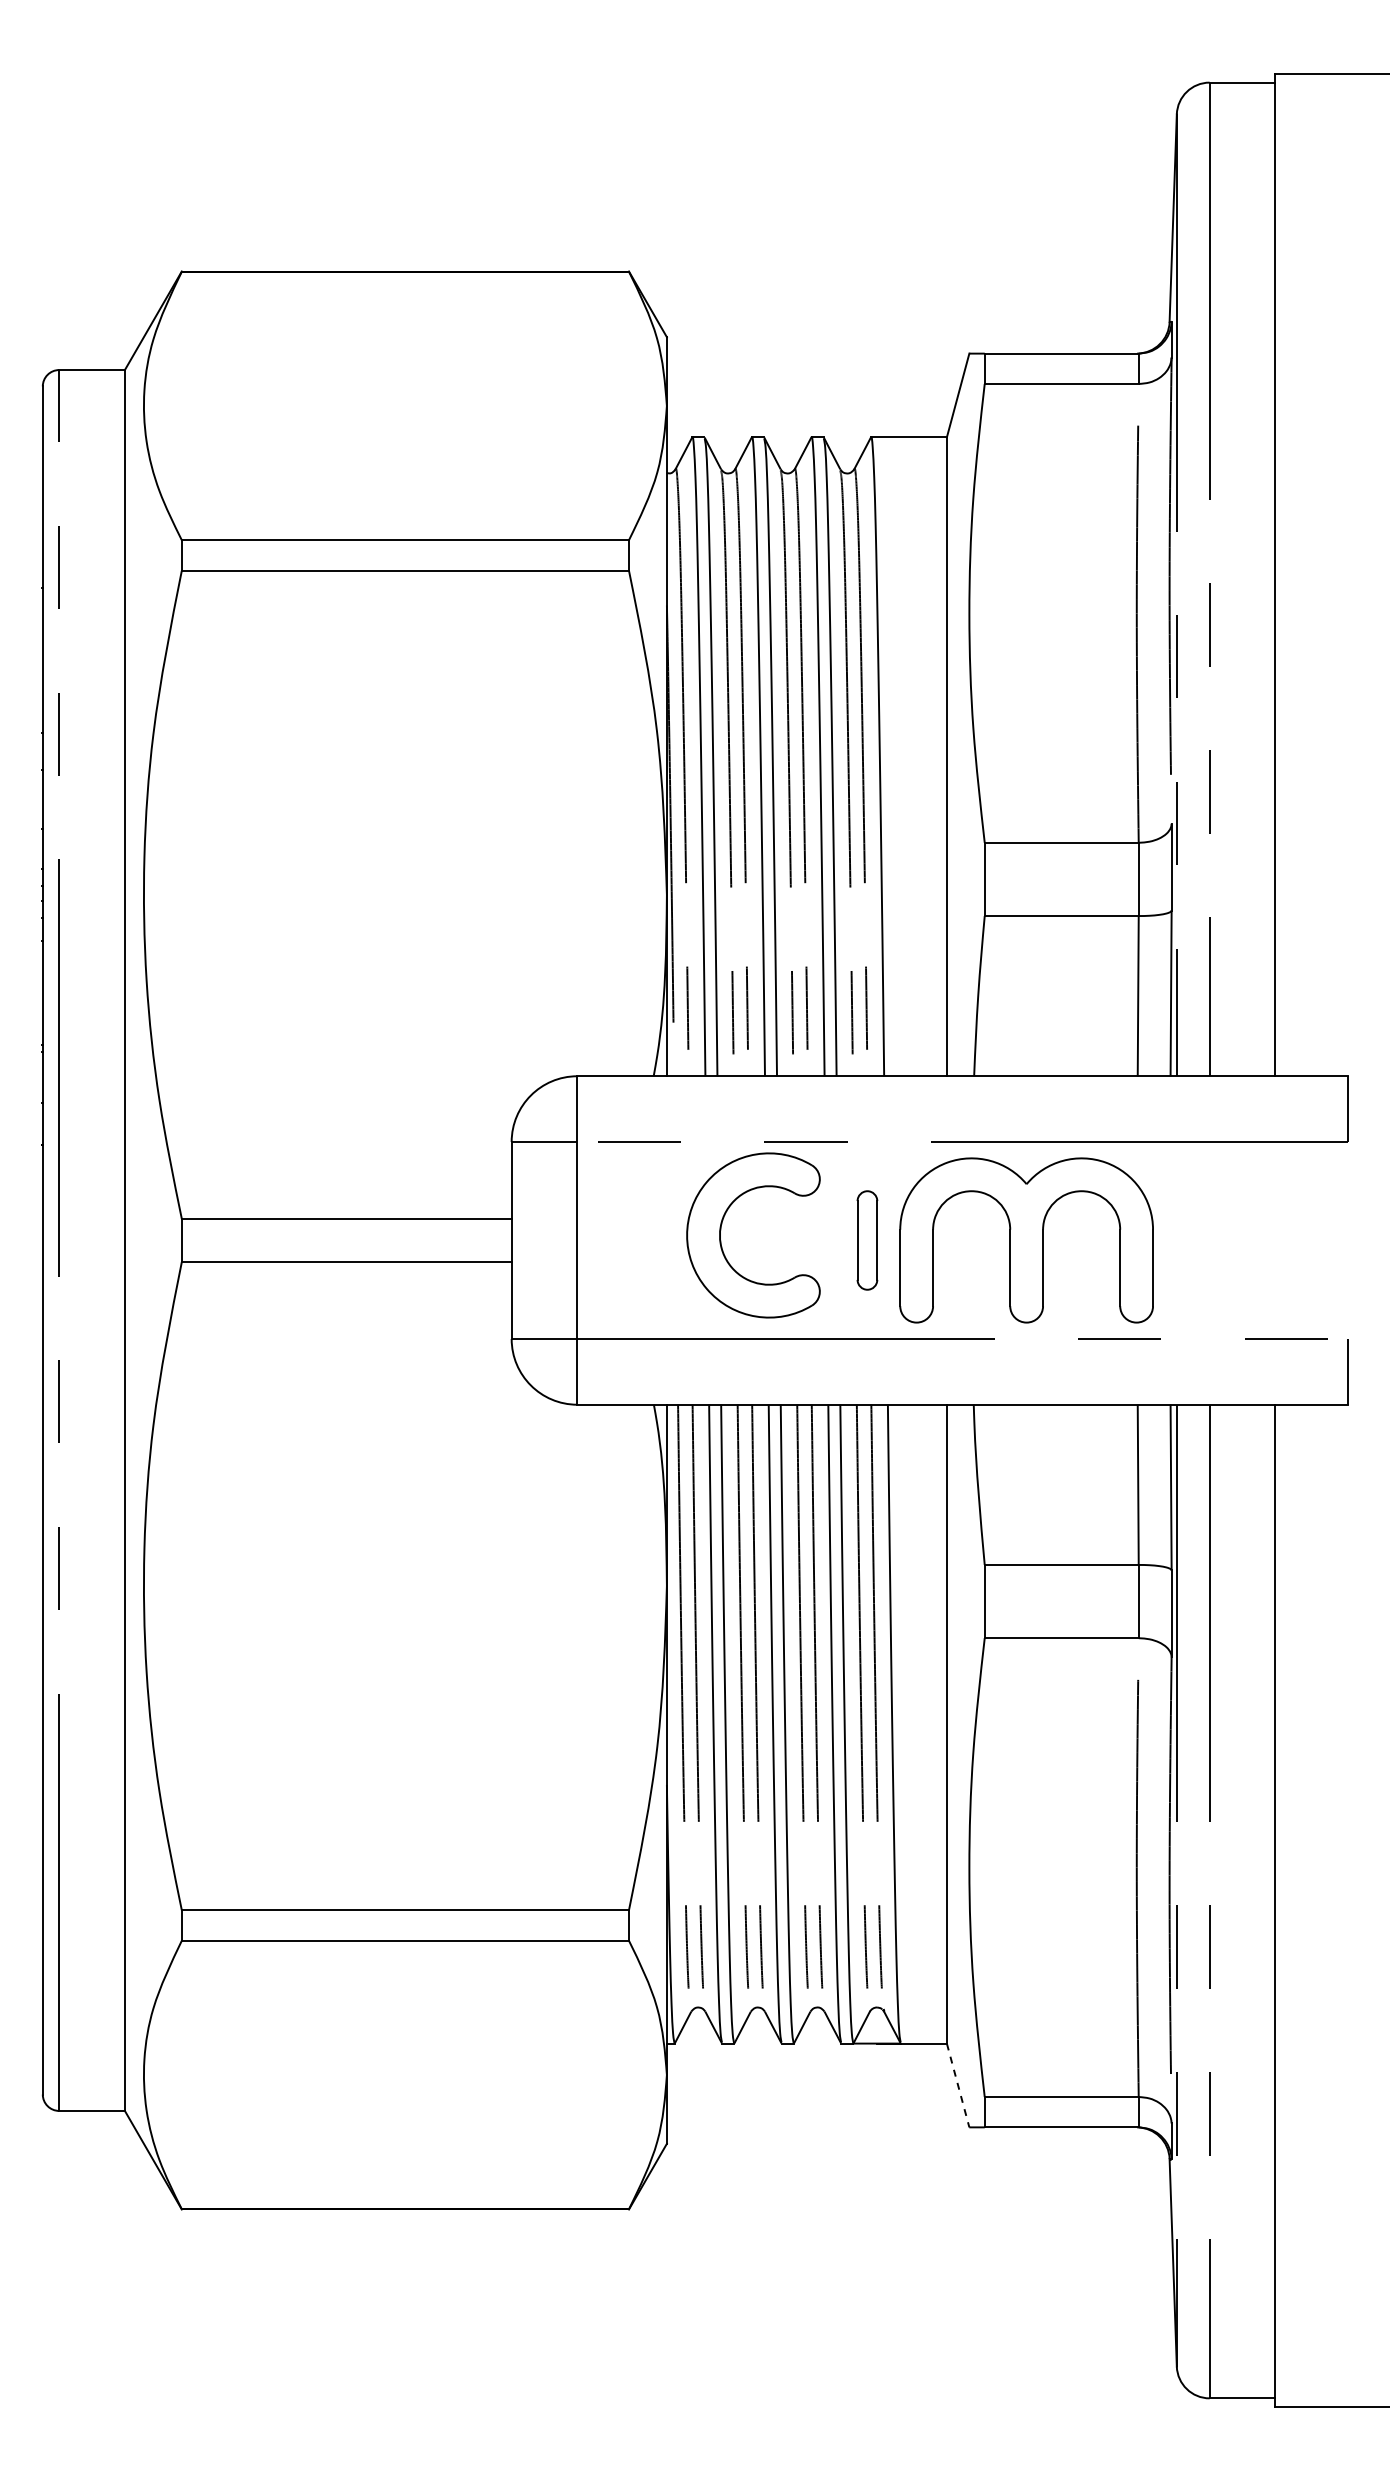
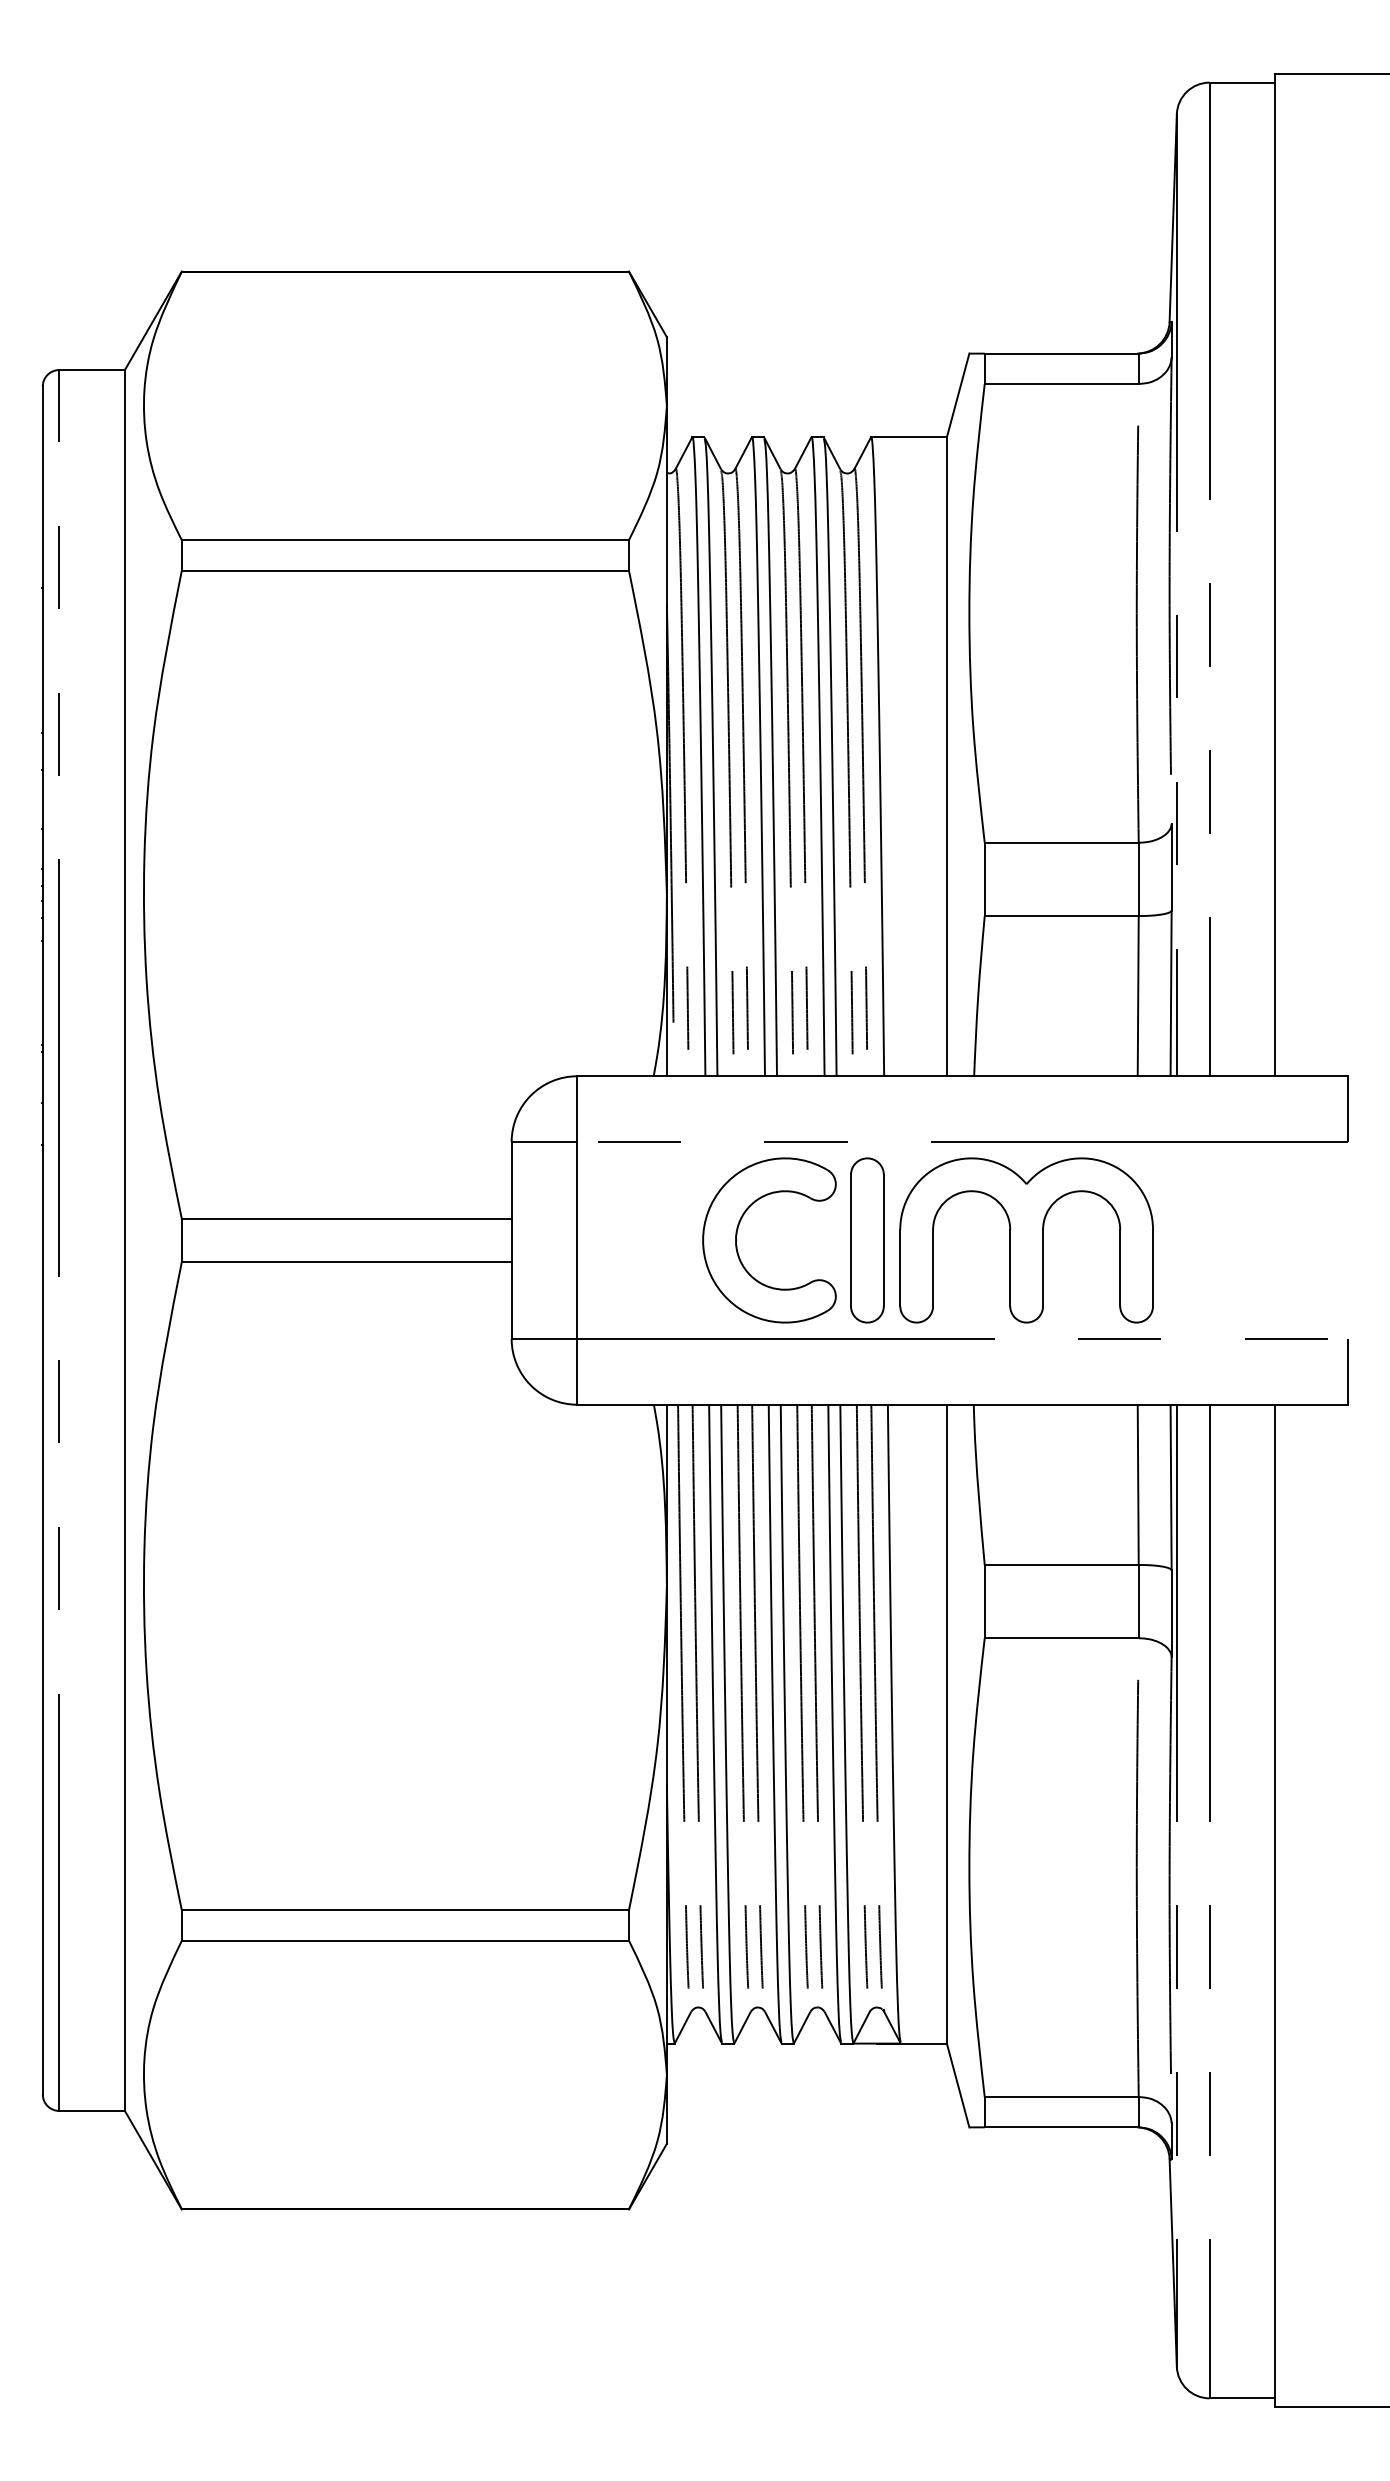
part at (721, 1230) position: (721, 1230) -> (737, 1235)
part at (867, 1240) size: 23x101 px -> 35x167 px
line at (958, 2085): dashed -> solid
